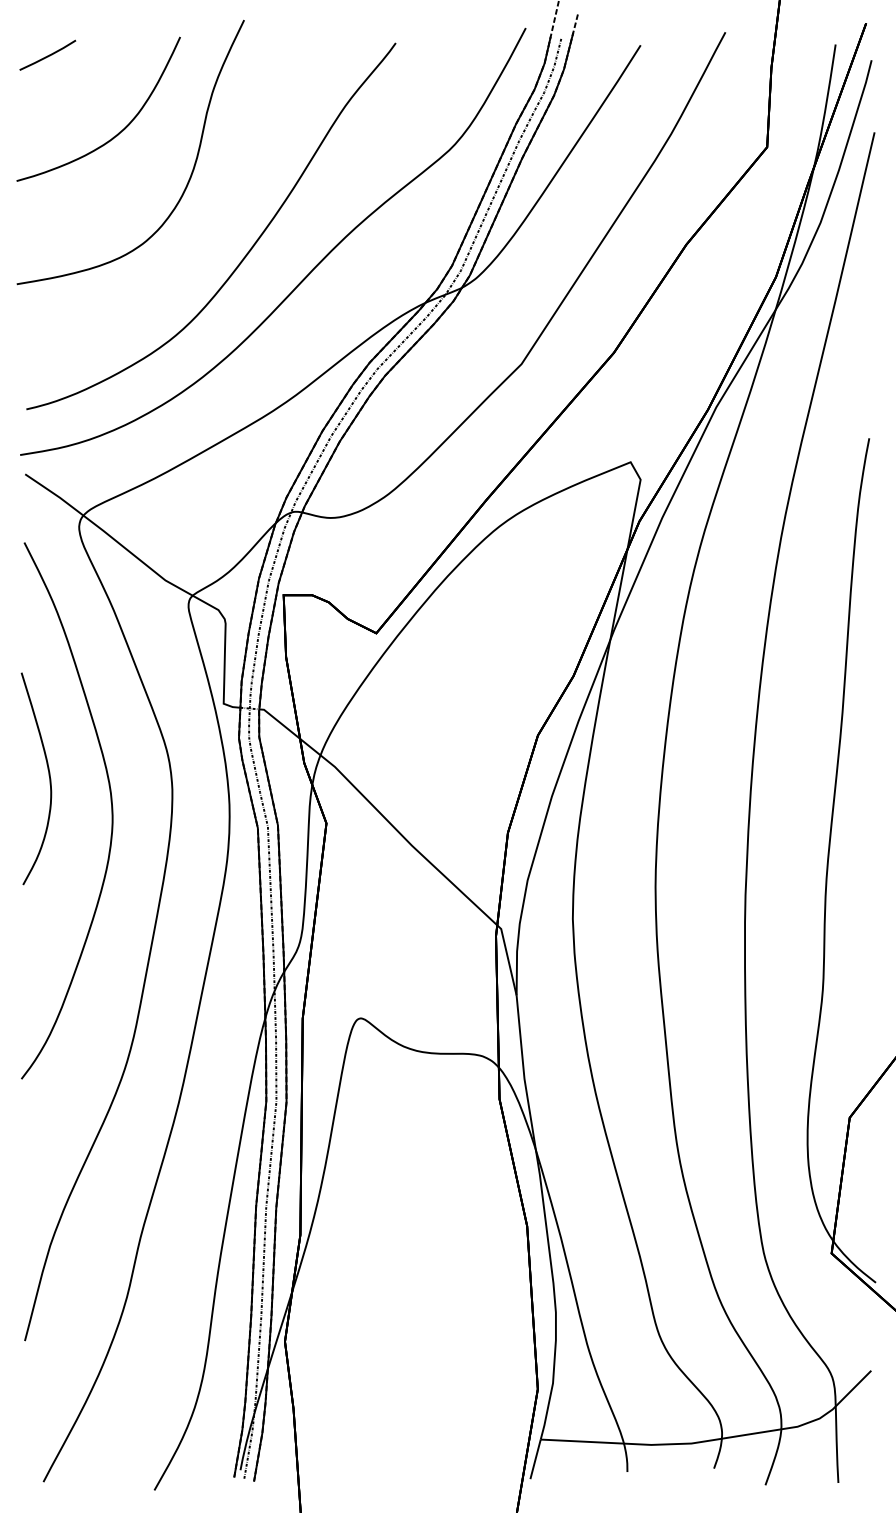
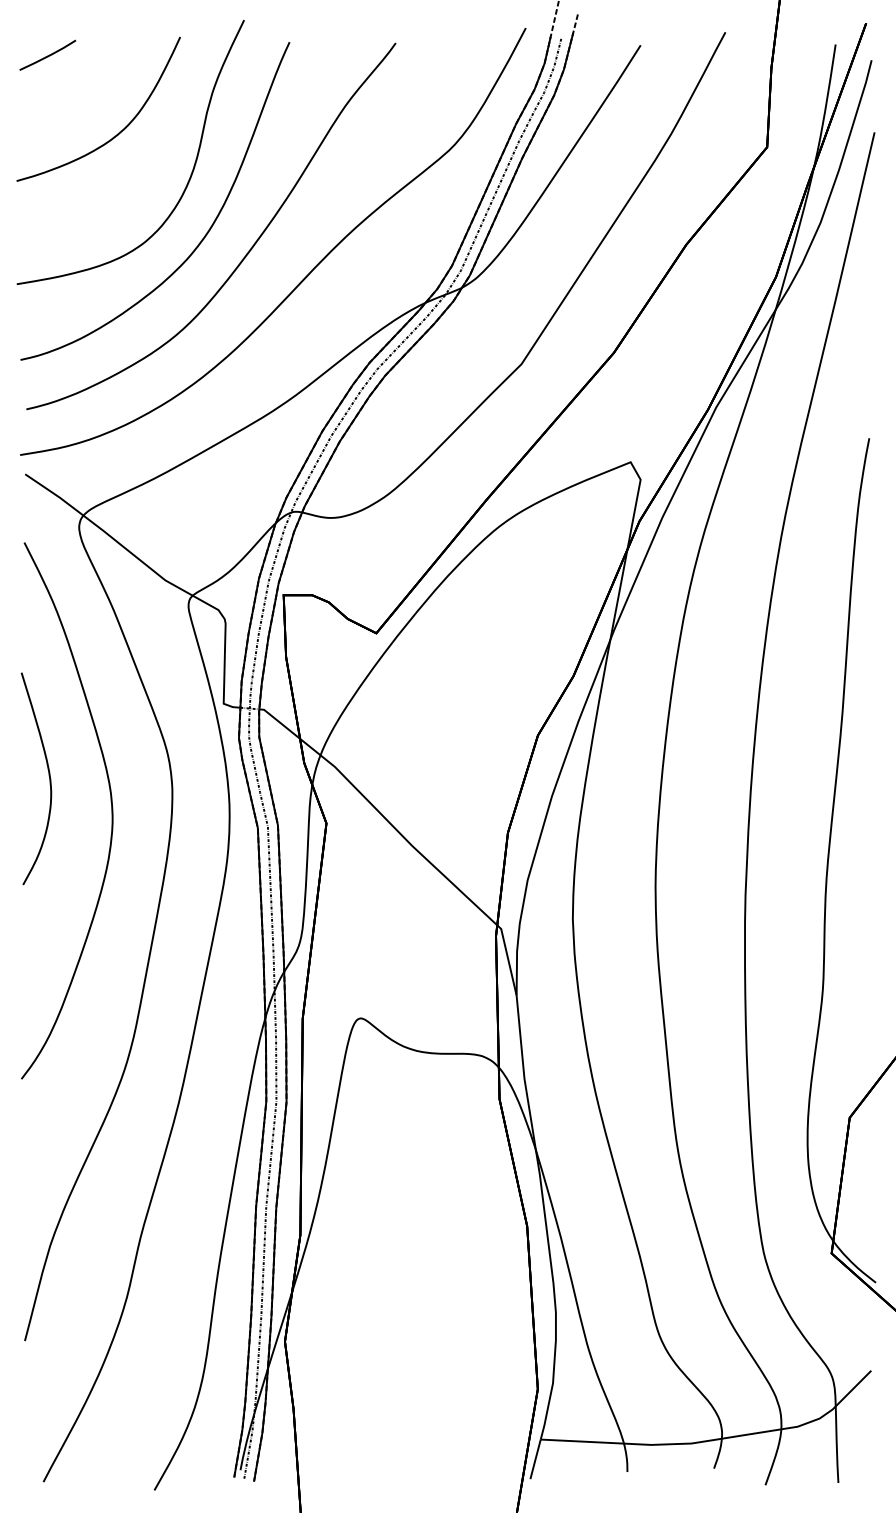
curve at (204, 235): none -> present
